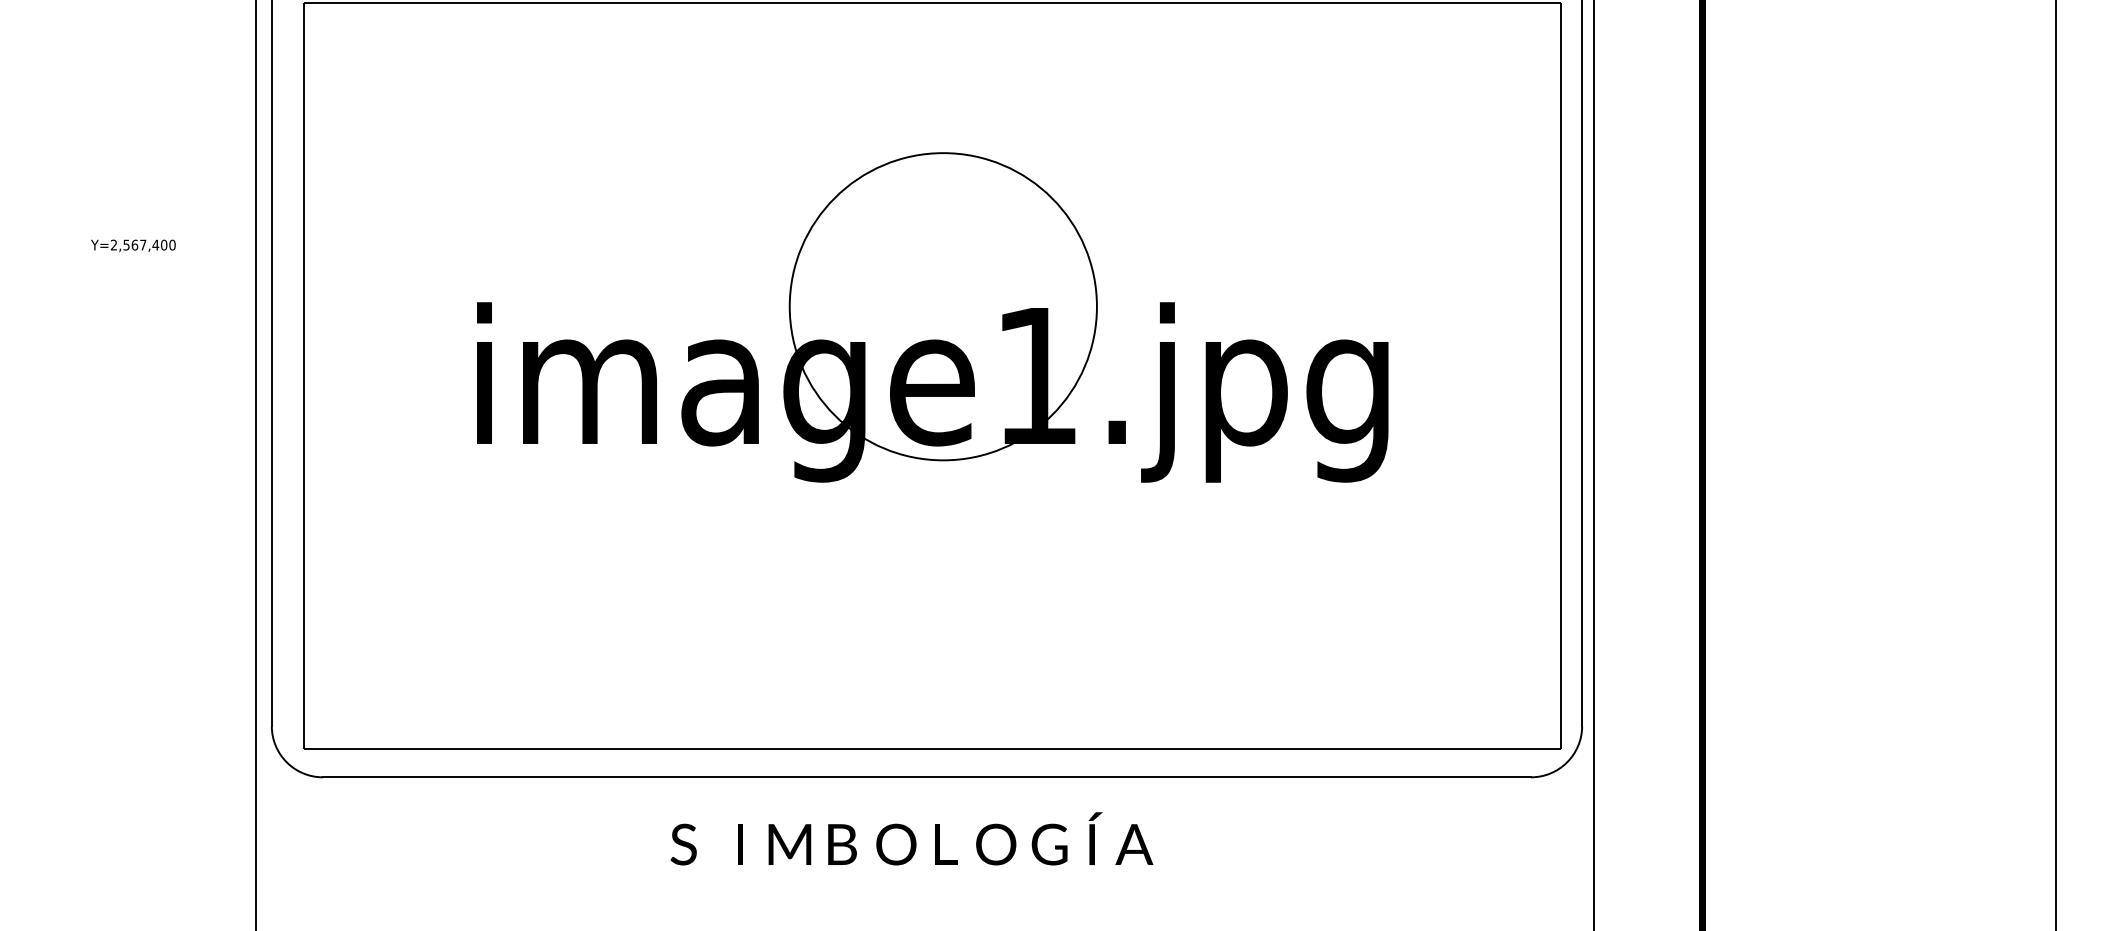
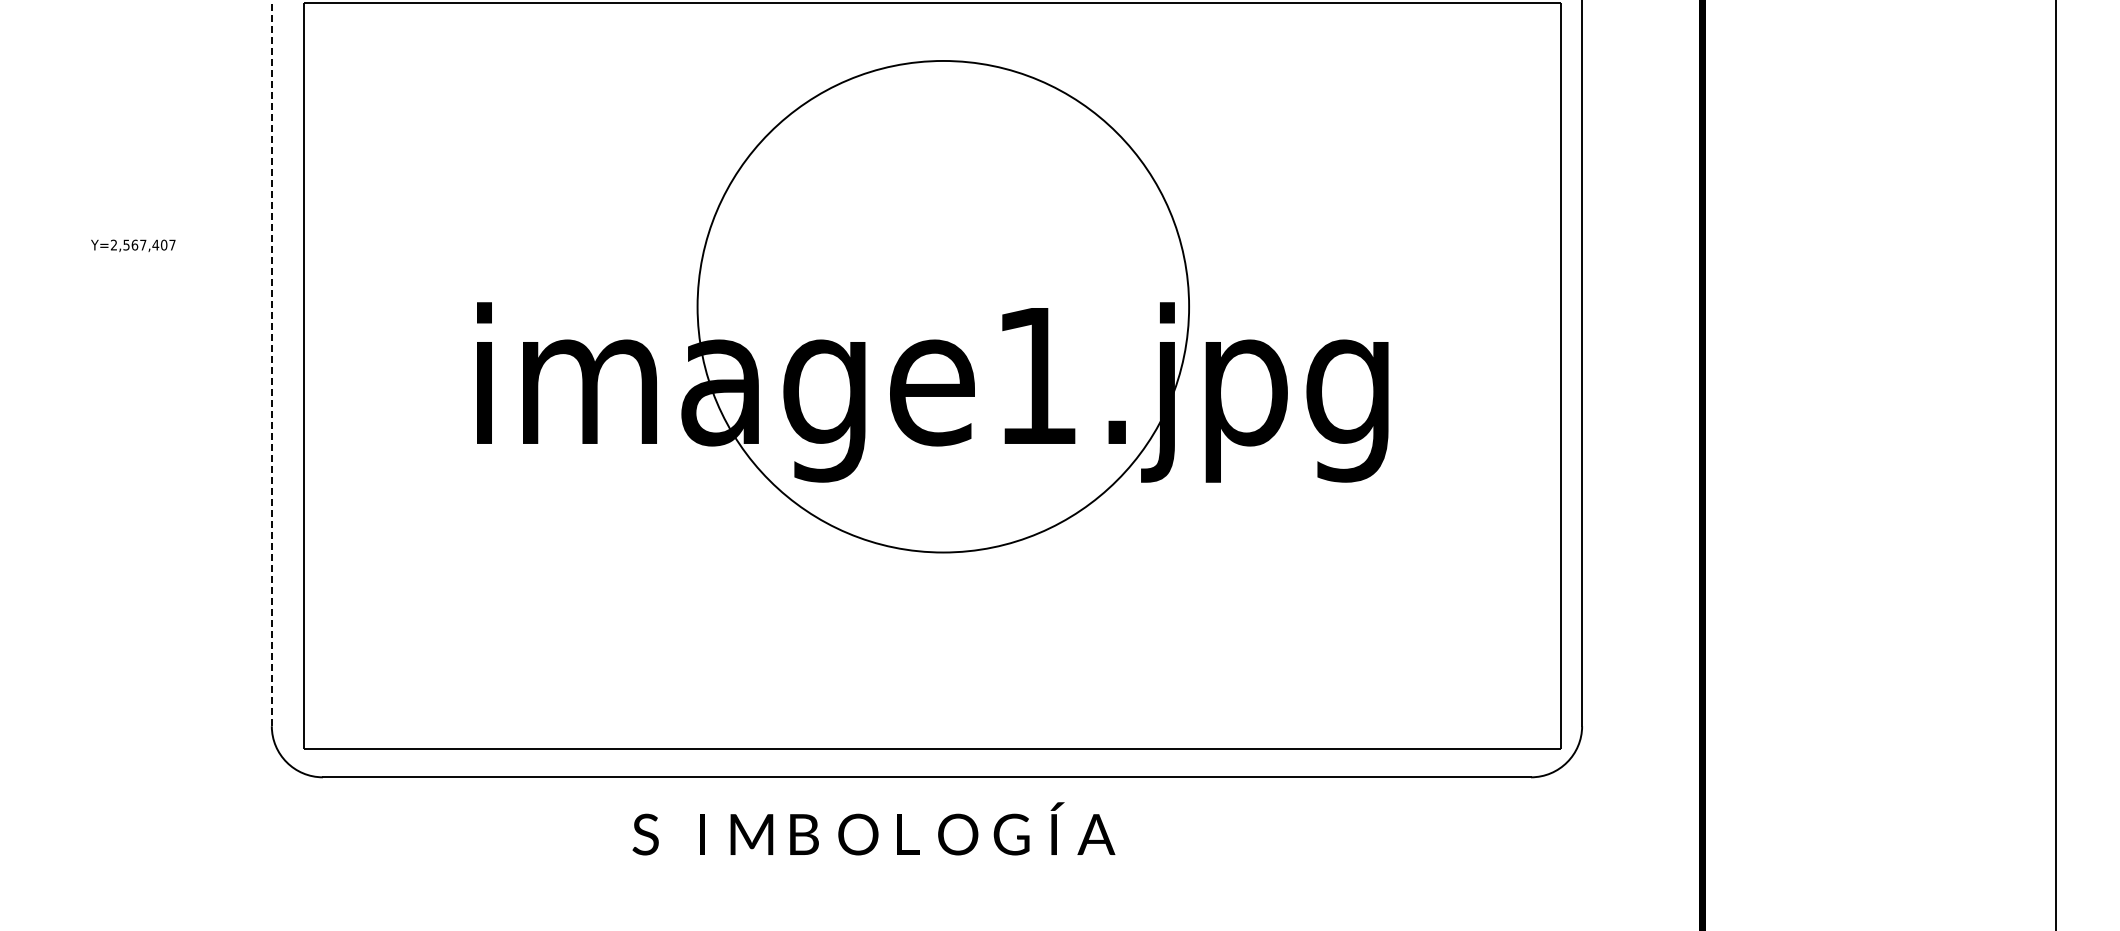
text at (172, 244): Y=2,567,400 -> Y=2,567,407
circle at (942, 306) diameter: 307 px -> 492 px
line at (271, 363): solid -> dashed
line at (255, 464): present -> none
line at (1593, 464): present -> none
text at (911, 838) position: (911, 838) -> (873, 828)
